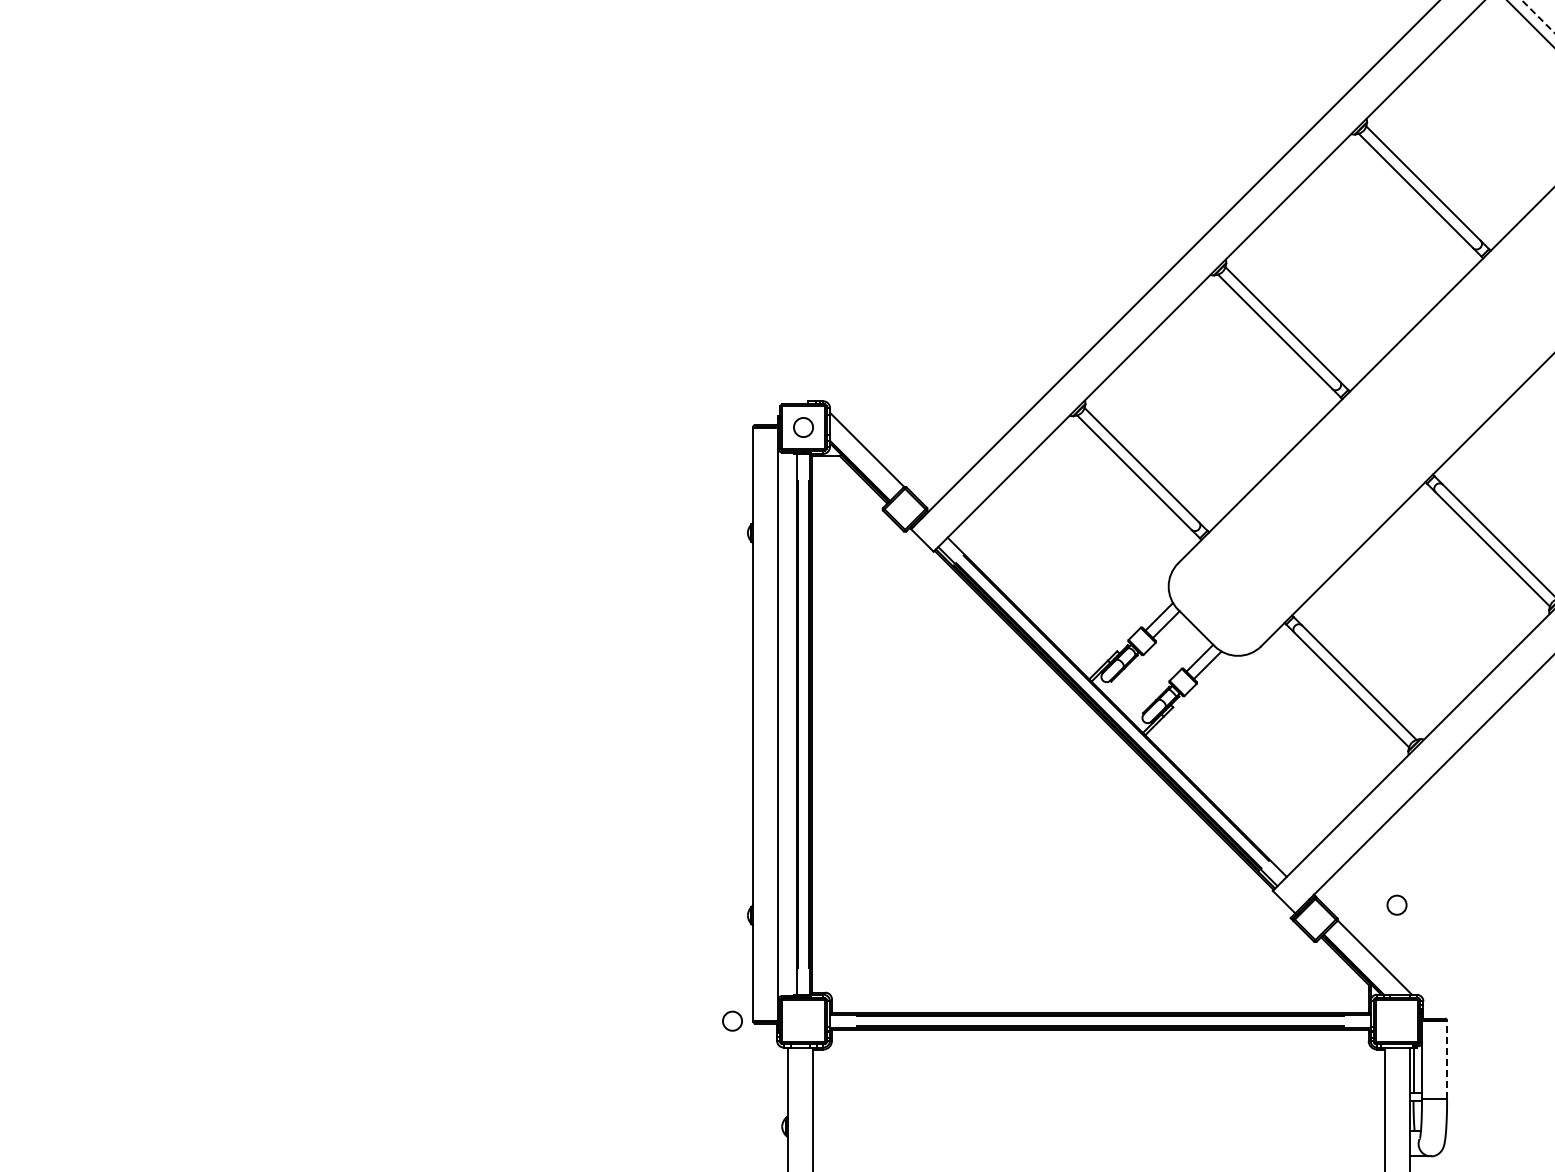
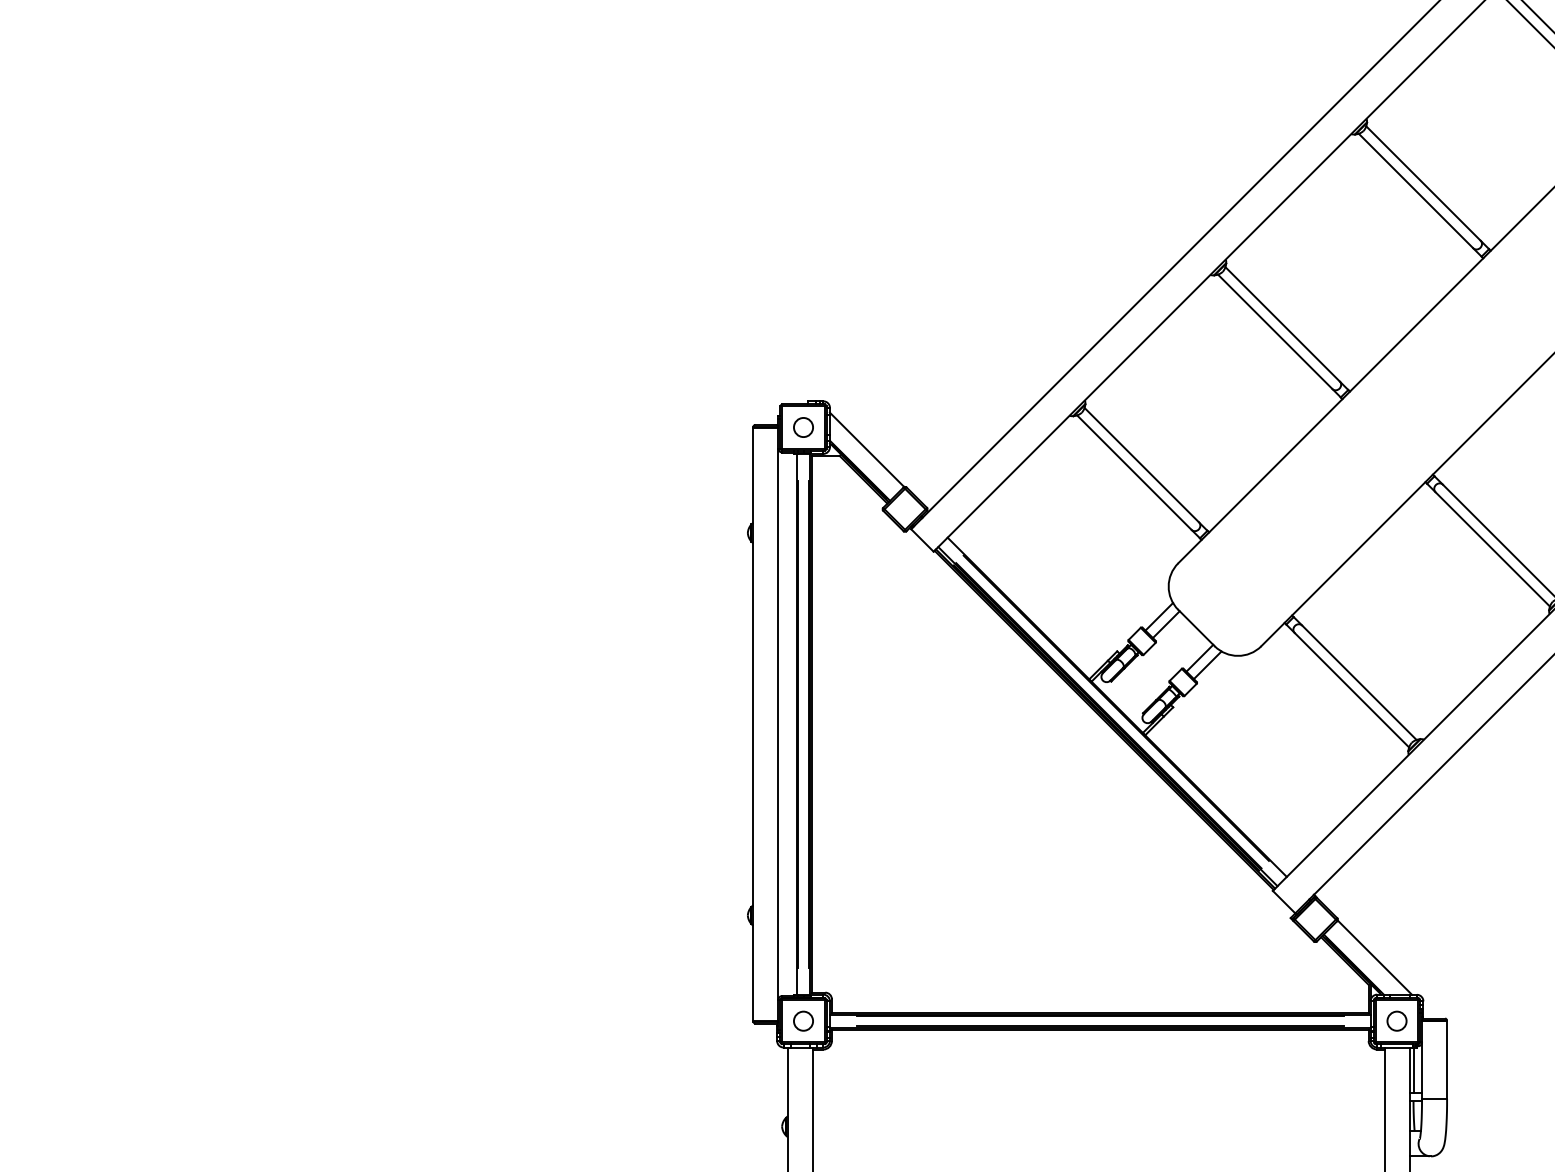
line at (1538, 16): dashed -> solid
circle at (1396, 904) position: (1396, 904) -> (1396, 1020)
circle at (732, 1020) position: (732, 1020) -> (803, 1020)
line at (1447, 1060): dashed -> solid
